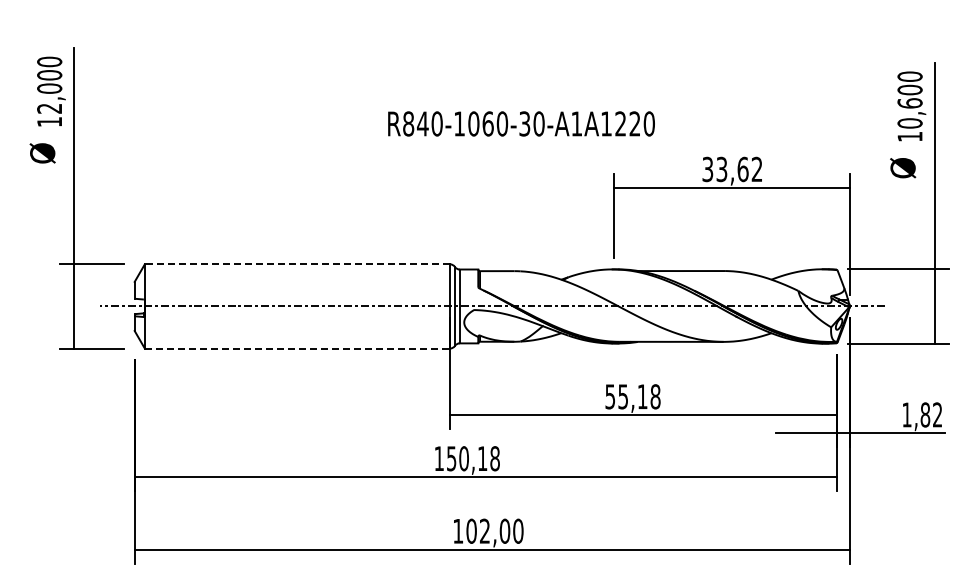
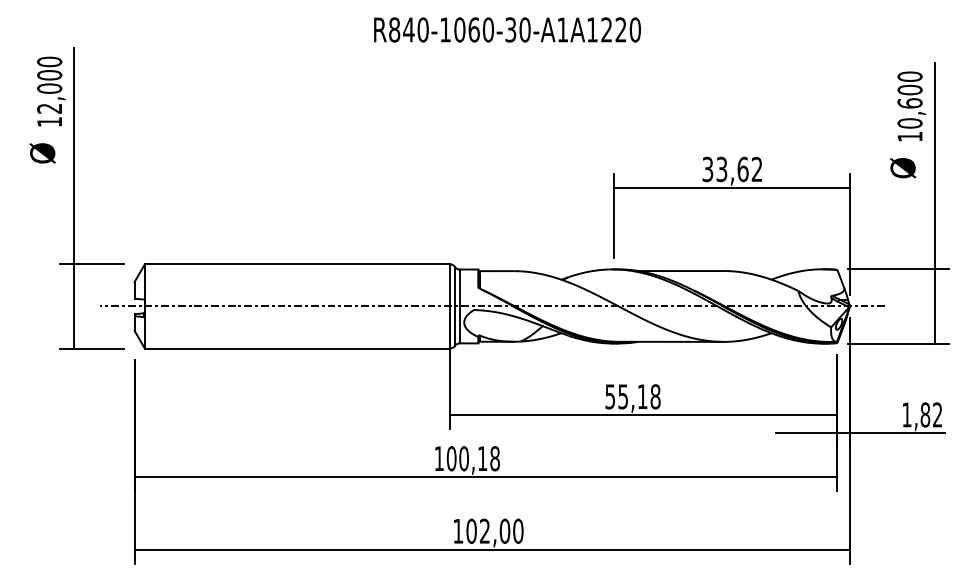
text at (521, 123) position: (521, 123) -> (507, 29)
line at (297, 264): dashed -> solid
line at (297, 348): dashed -> solid
text at (451, 458): 150,18 -> 100,18
